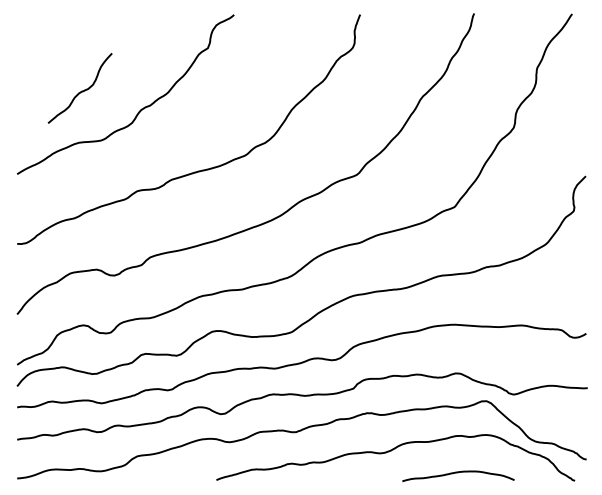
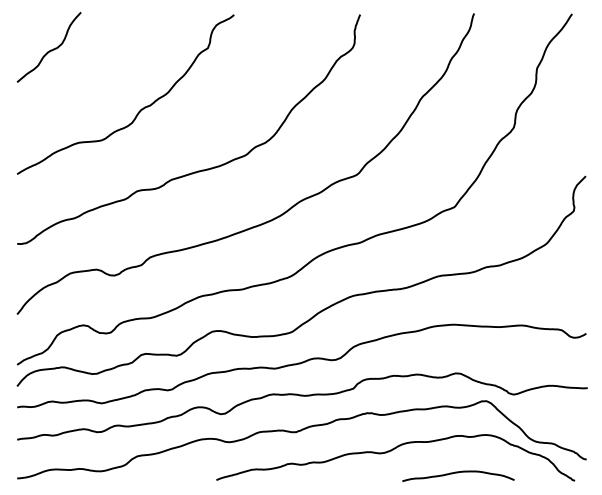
curve at (81, 90) position: (81, 90) -> (50, 49)
